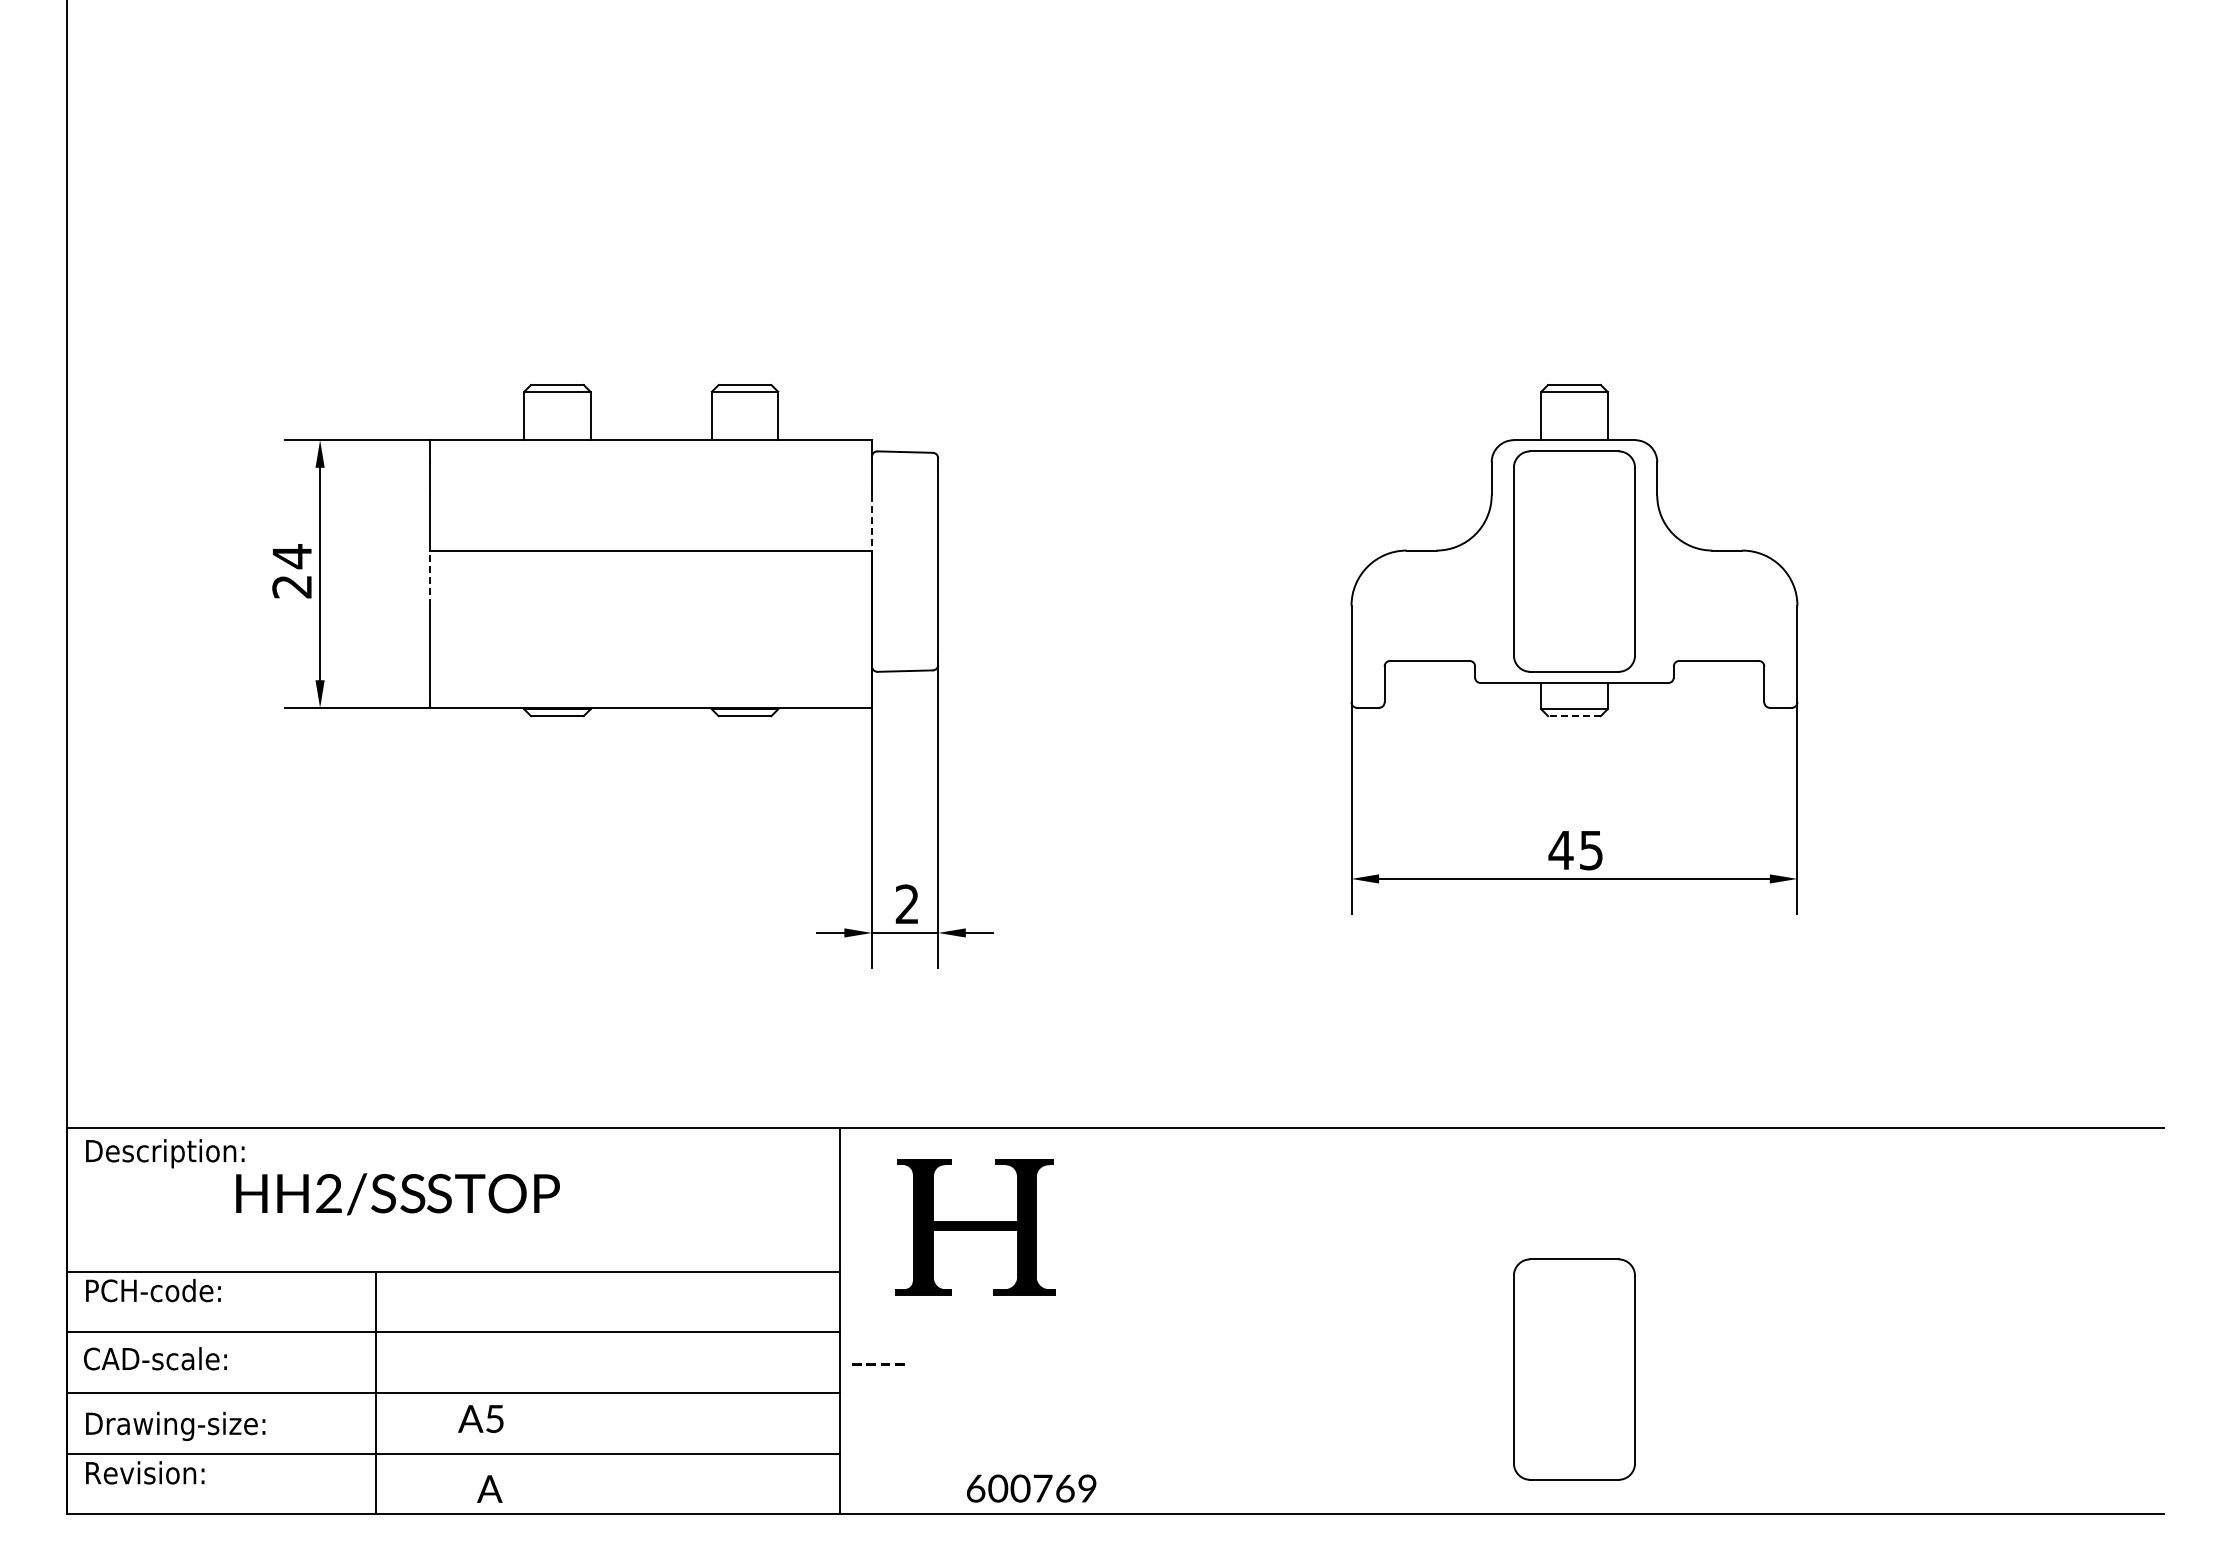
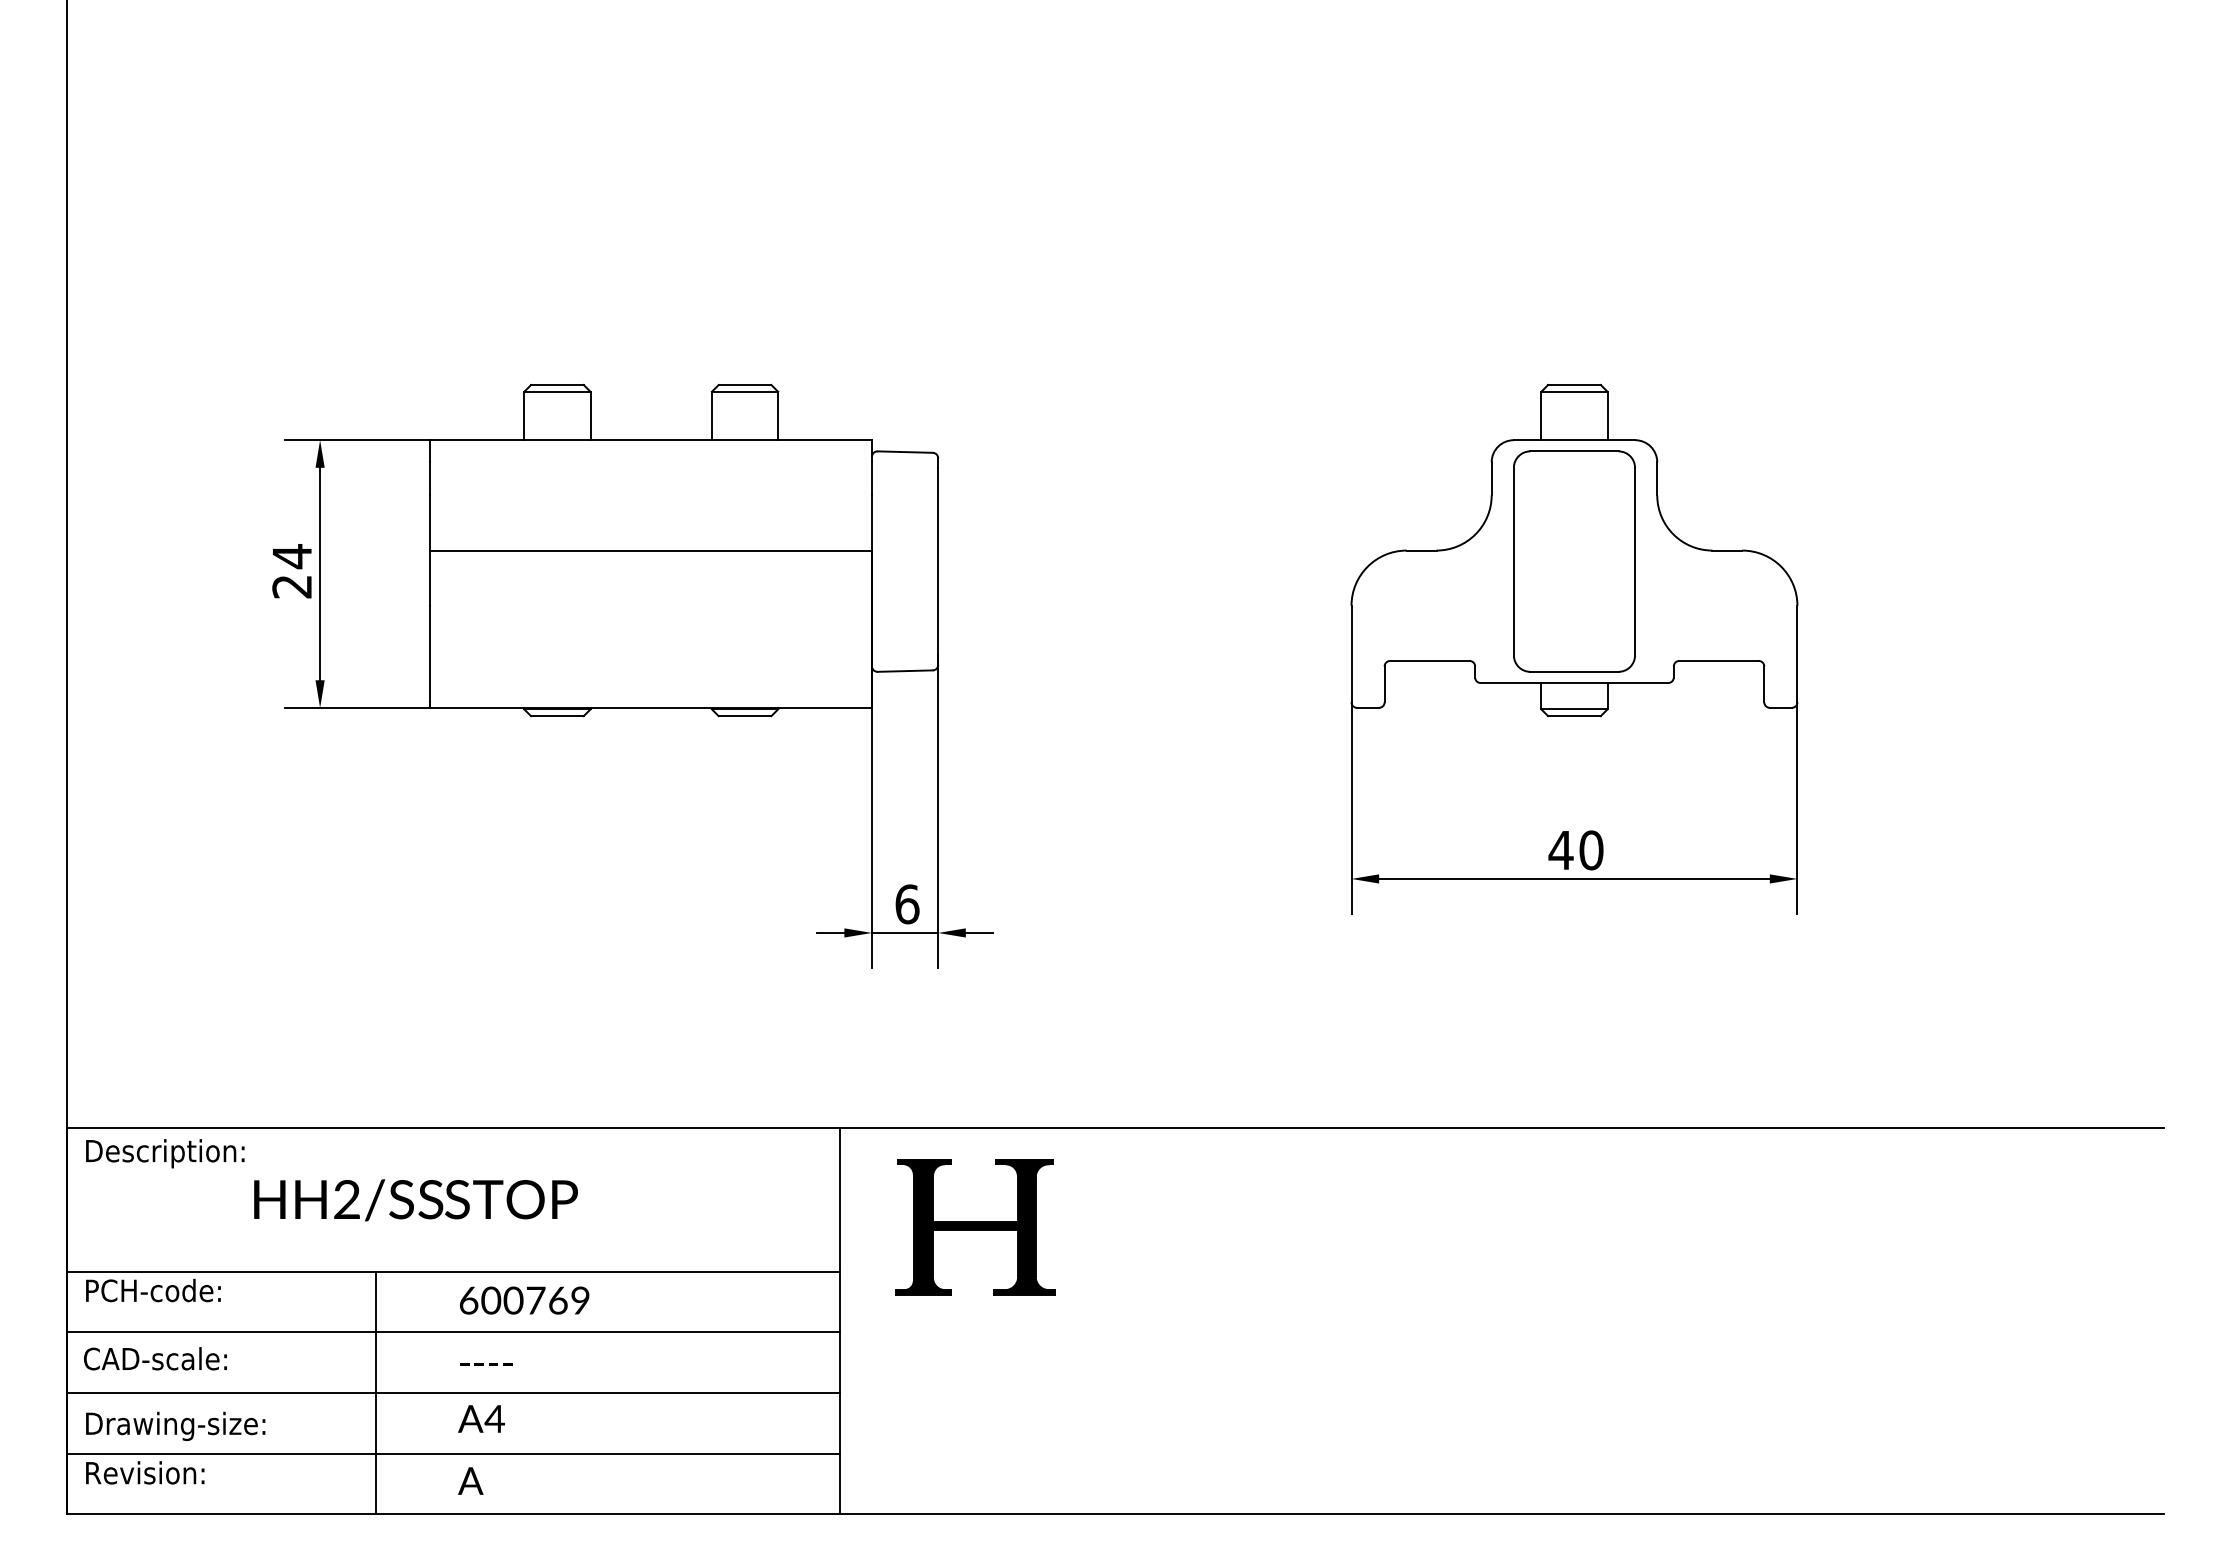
line at (871, 522): dashed -> solid
line at (430, 578): dashed -> solid
line at (1573, 716): dashed -> solid
text at (1591, 850): 45 -> 40
text at (907, 904): 2 -> 6
text at (397, 1194) position: (397, 1194) -> (415, 1200)
text at (878, 1364) position: (878, 1364) -> (486, 1364)
part at (1574, 1369): present -> none
text at (494, 1418): A5 -> A4
text at (489, 1488) position: (489, 1488) -> (470, 1480)
text at (1031, 1488) position: (1031, 1488) -> (524, 1300)
